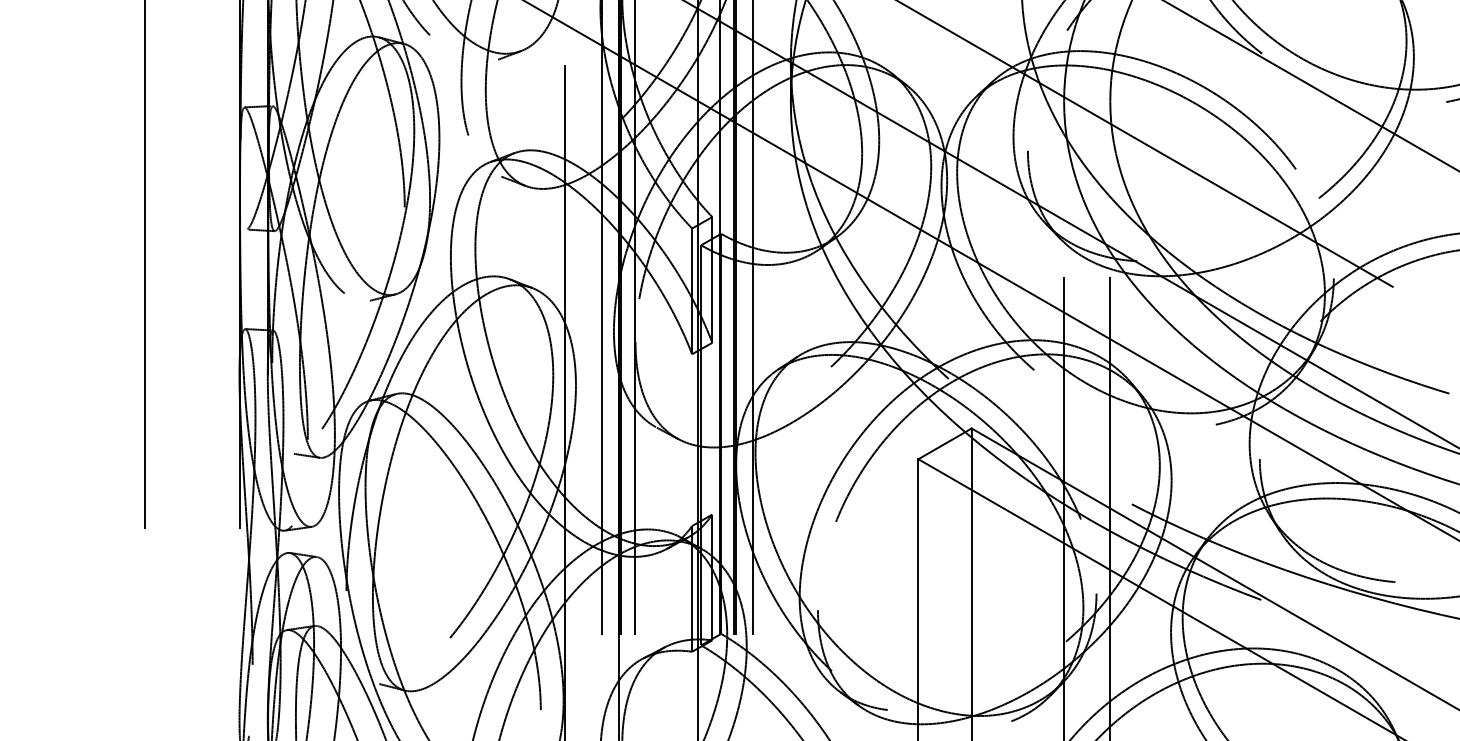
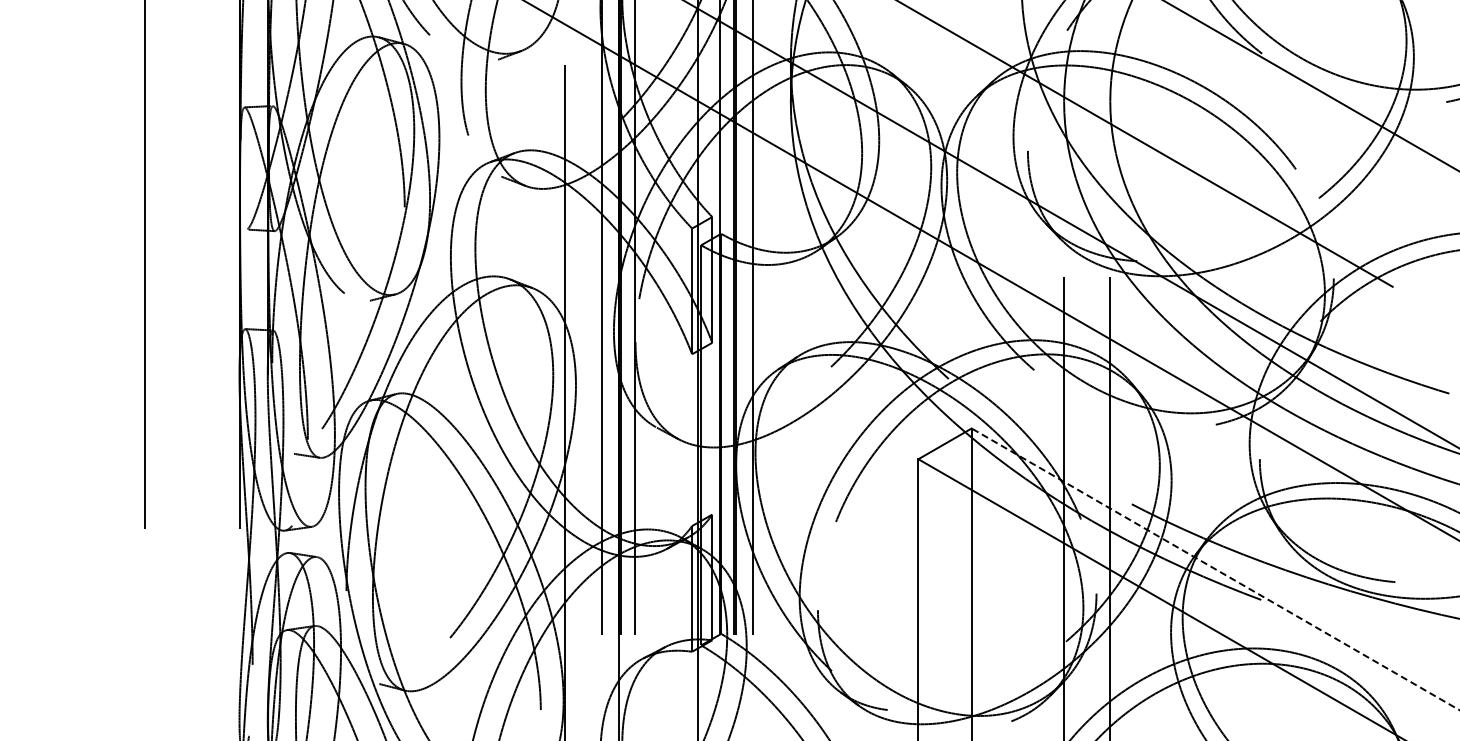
line at (1215, 569): solid -> dashed
